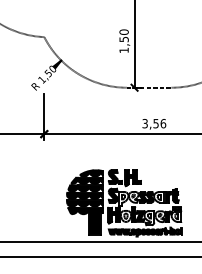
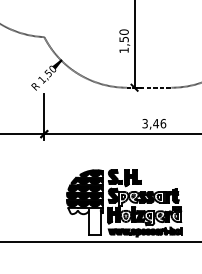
text at (156, 123): 3,56 -> 3,46
fill at (85, 220): present -> none
line at (100, 257): present -> none
